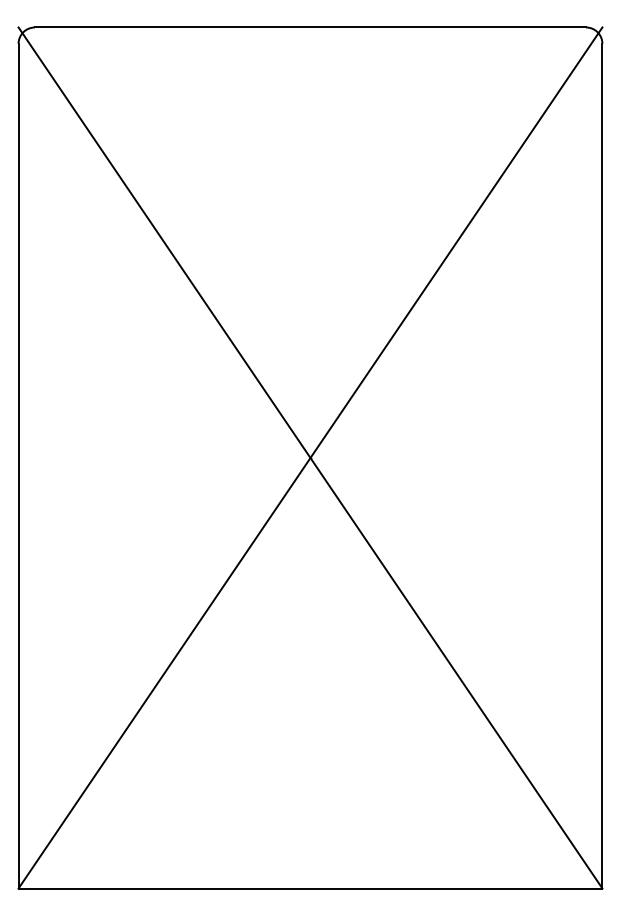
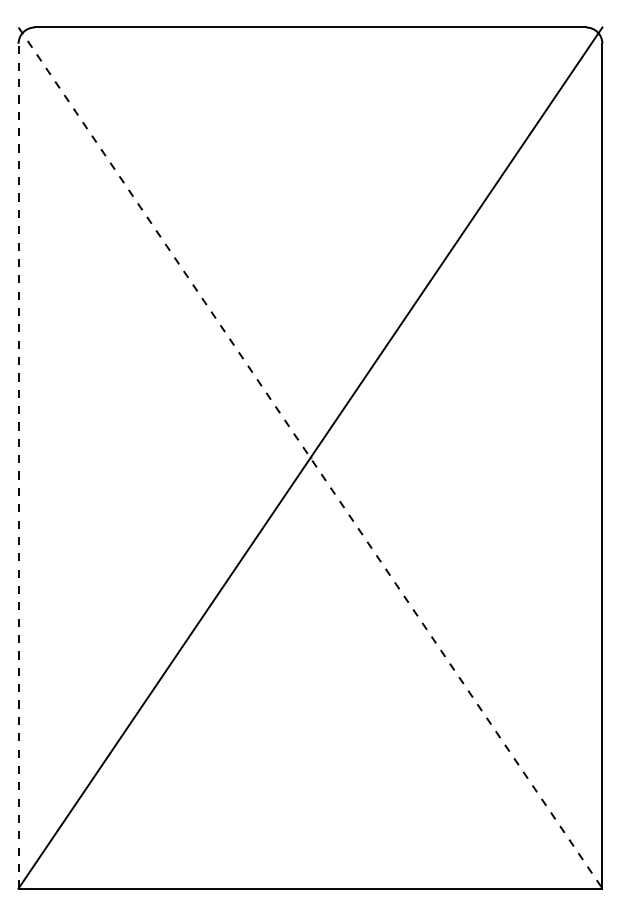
line at (310, 458): solid -> dashed
line at (18, 465): solid -> dashed
